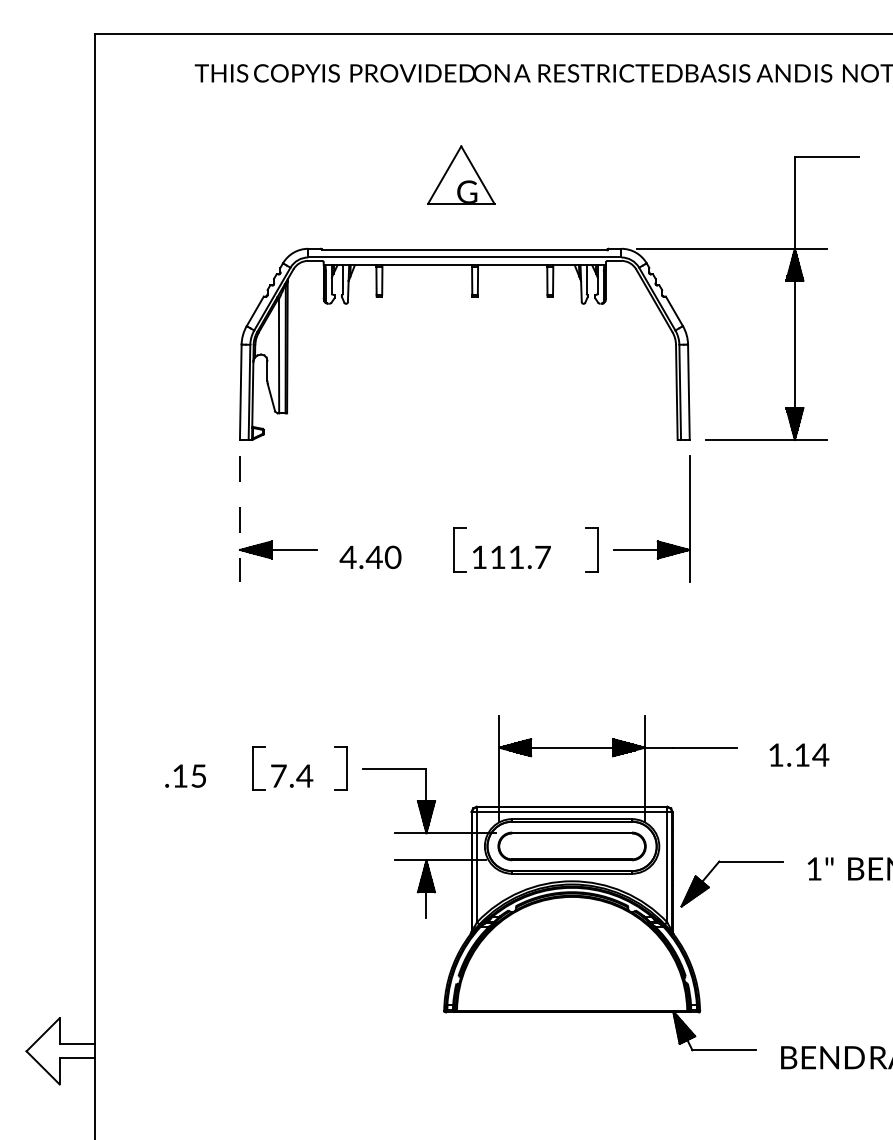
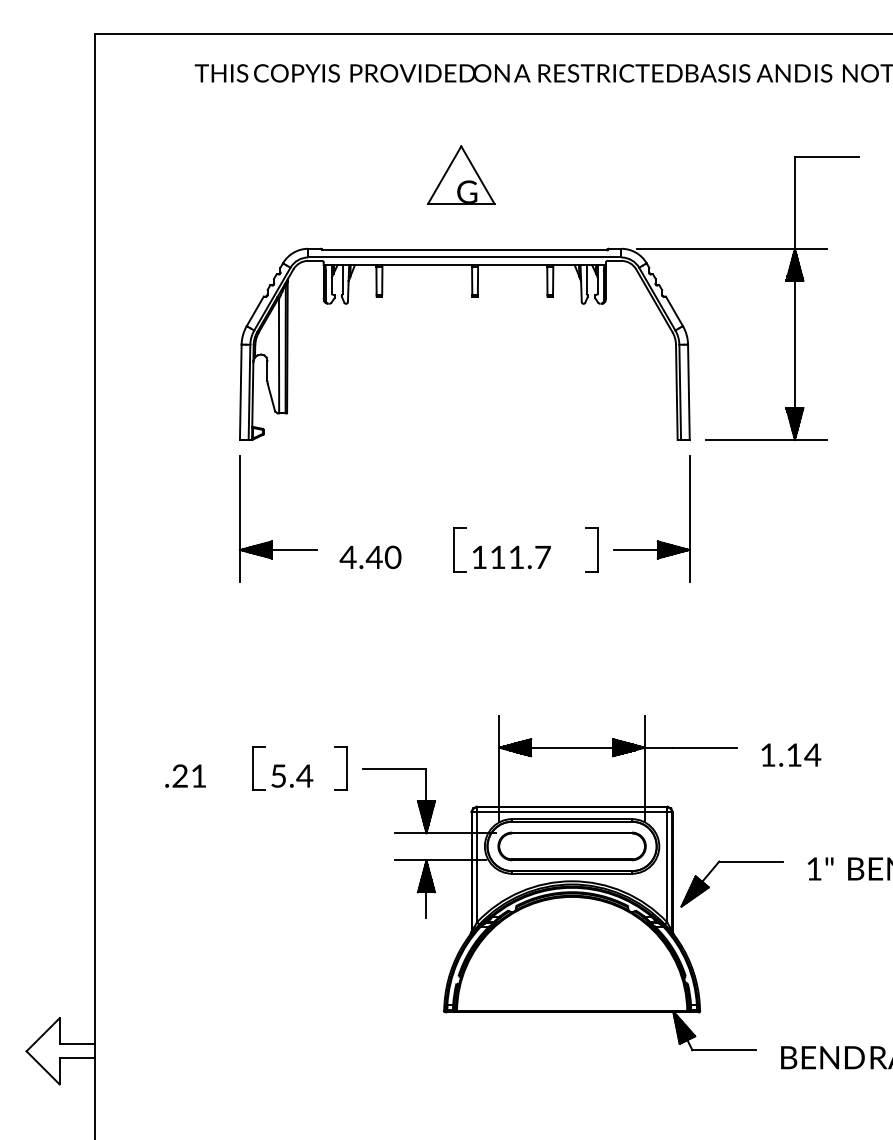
line at (239, 518): dashed -> solid
text at (799, 754) position: (799, 754) -> (791, 754)
text at (188, 775): .15 -> .21
text at (278, 775): 7.4 -> 5.4
